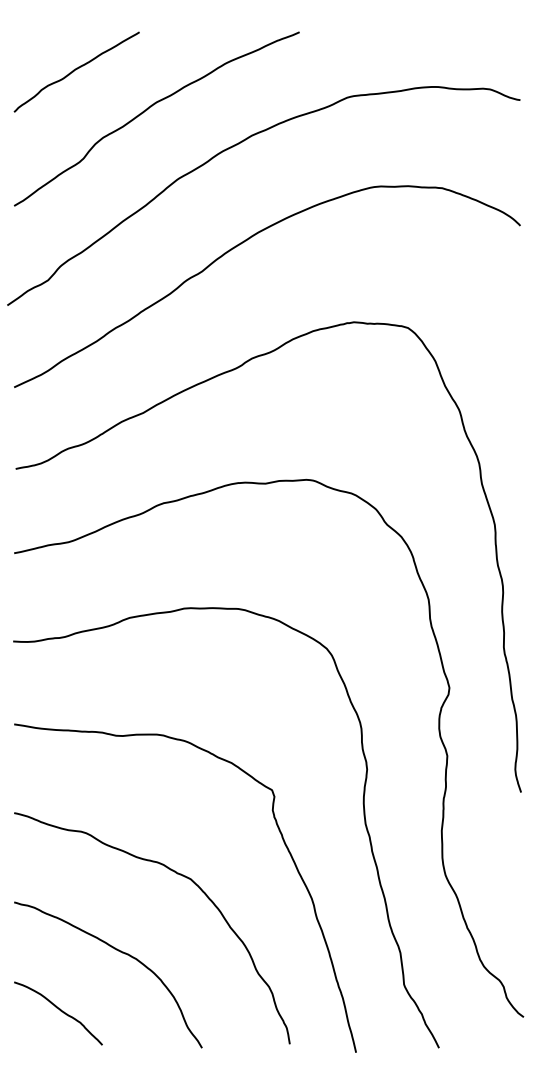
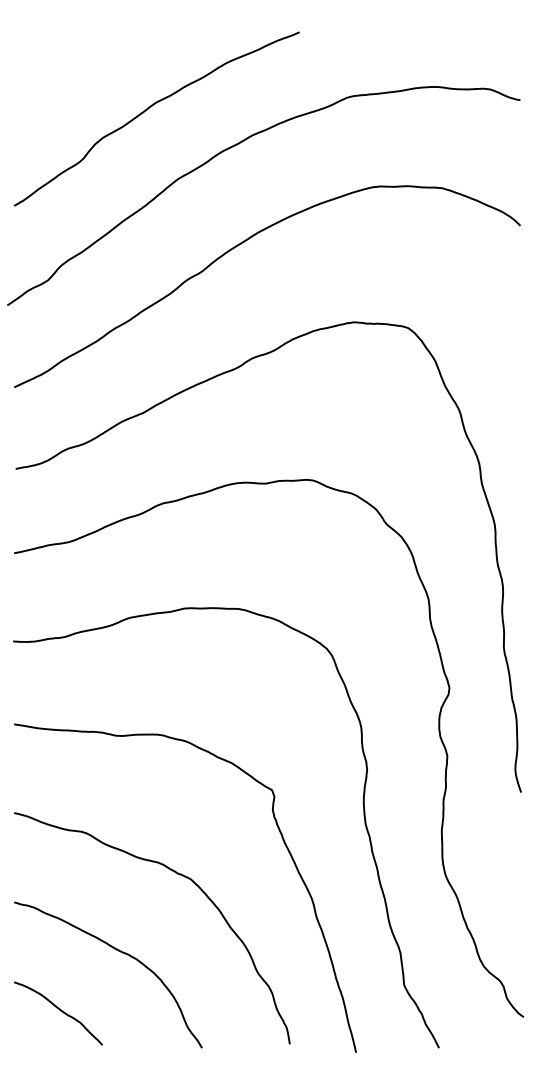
curve at (75, 70): present -> none
